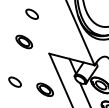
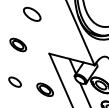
part at (31, 13) size: 14x12 px -> 19x16 px
part at (24, 41) position: (24, 41) -> (18, 44)
